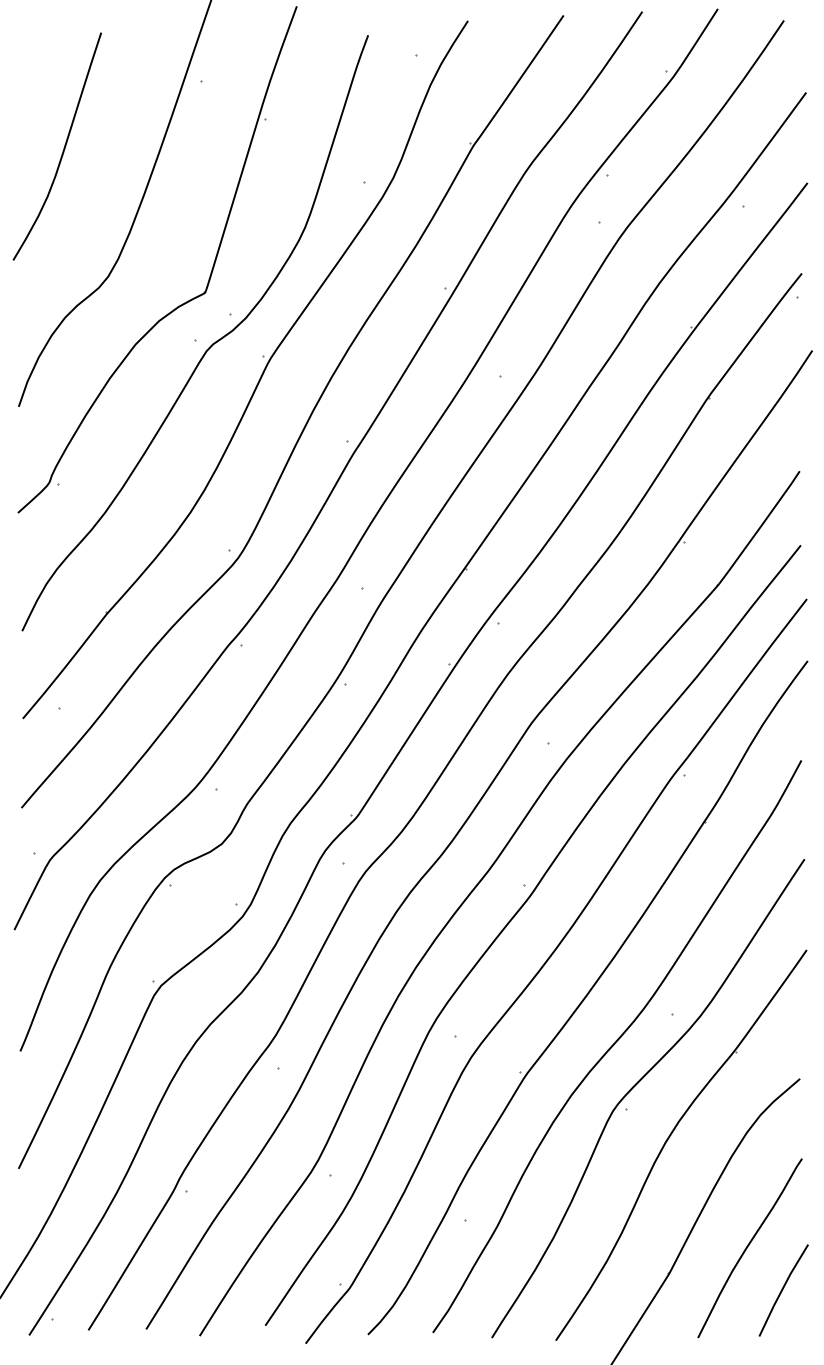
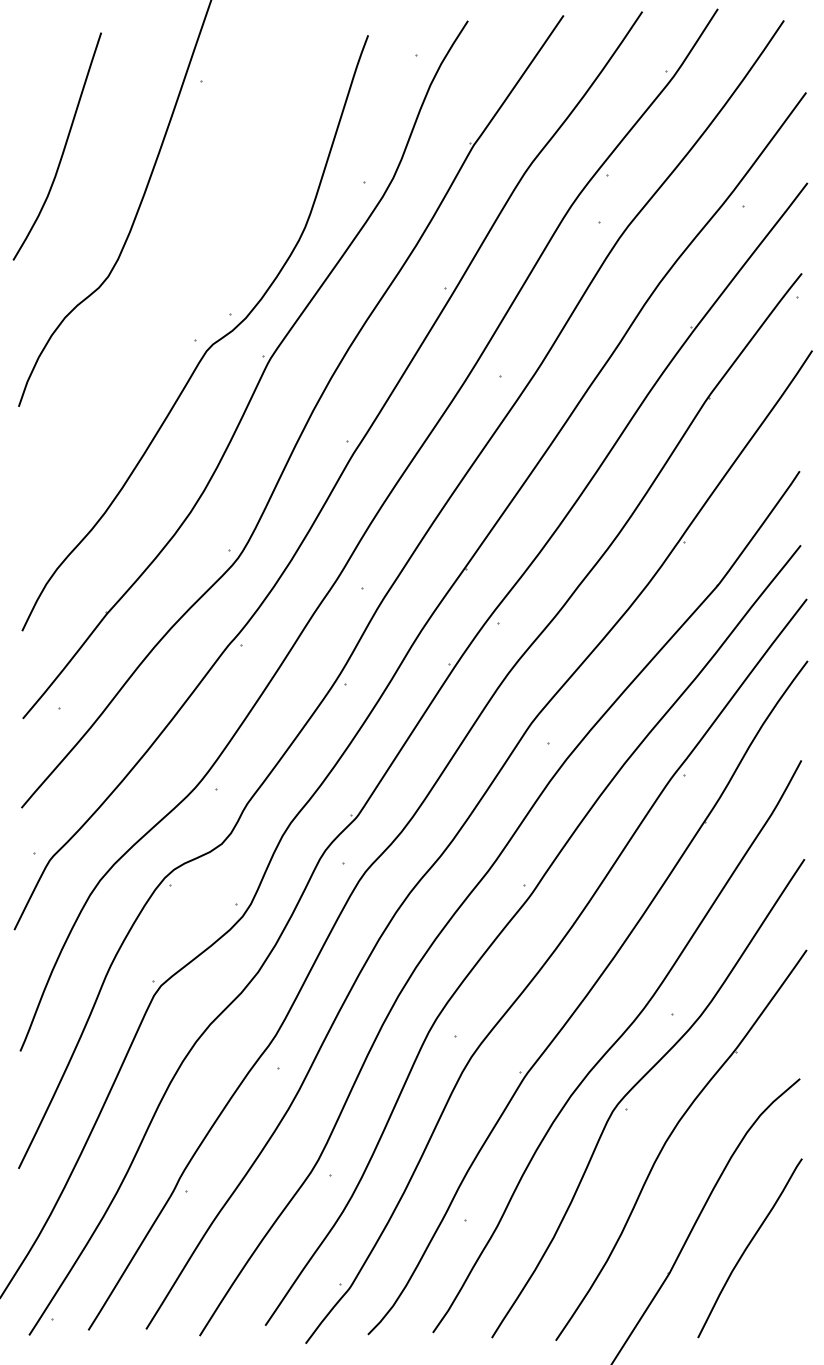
part at (180, 304): present -> none
line at (783, 1289): present -> none
